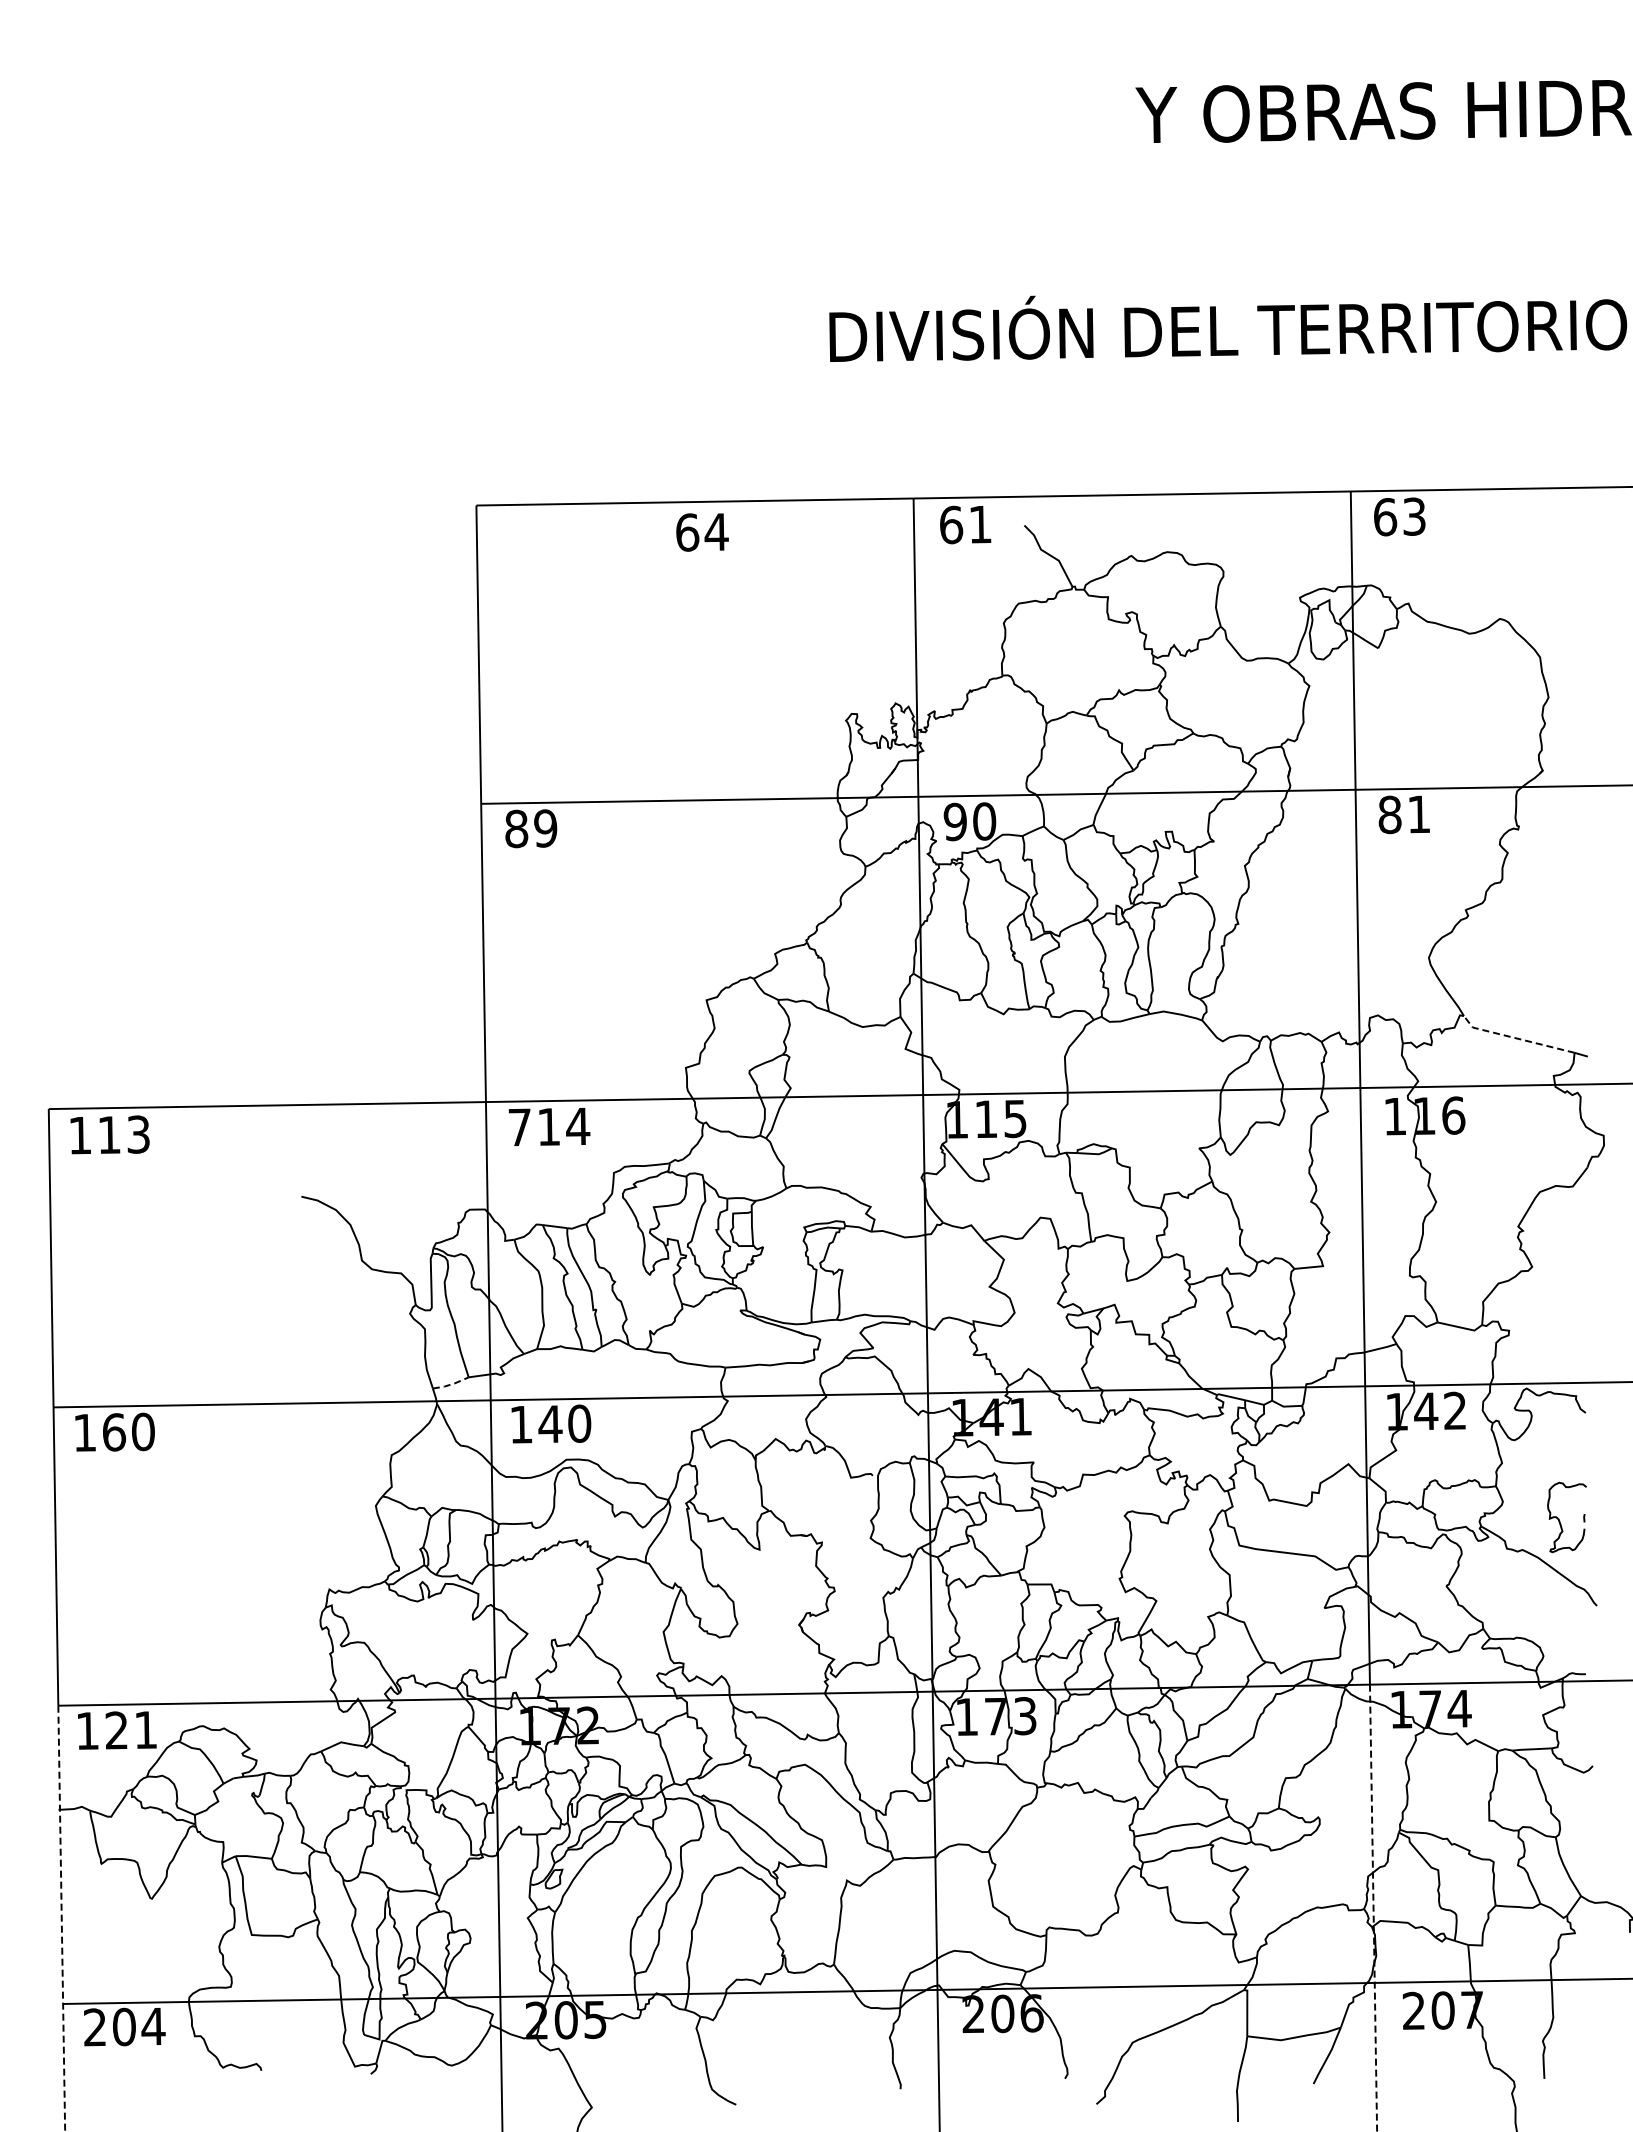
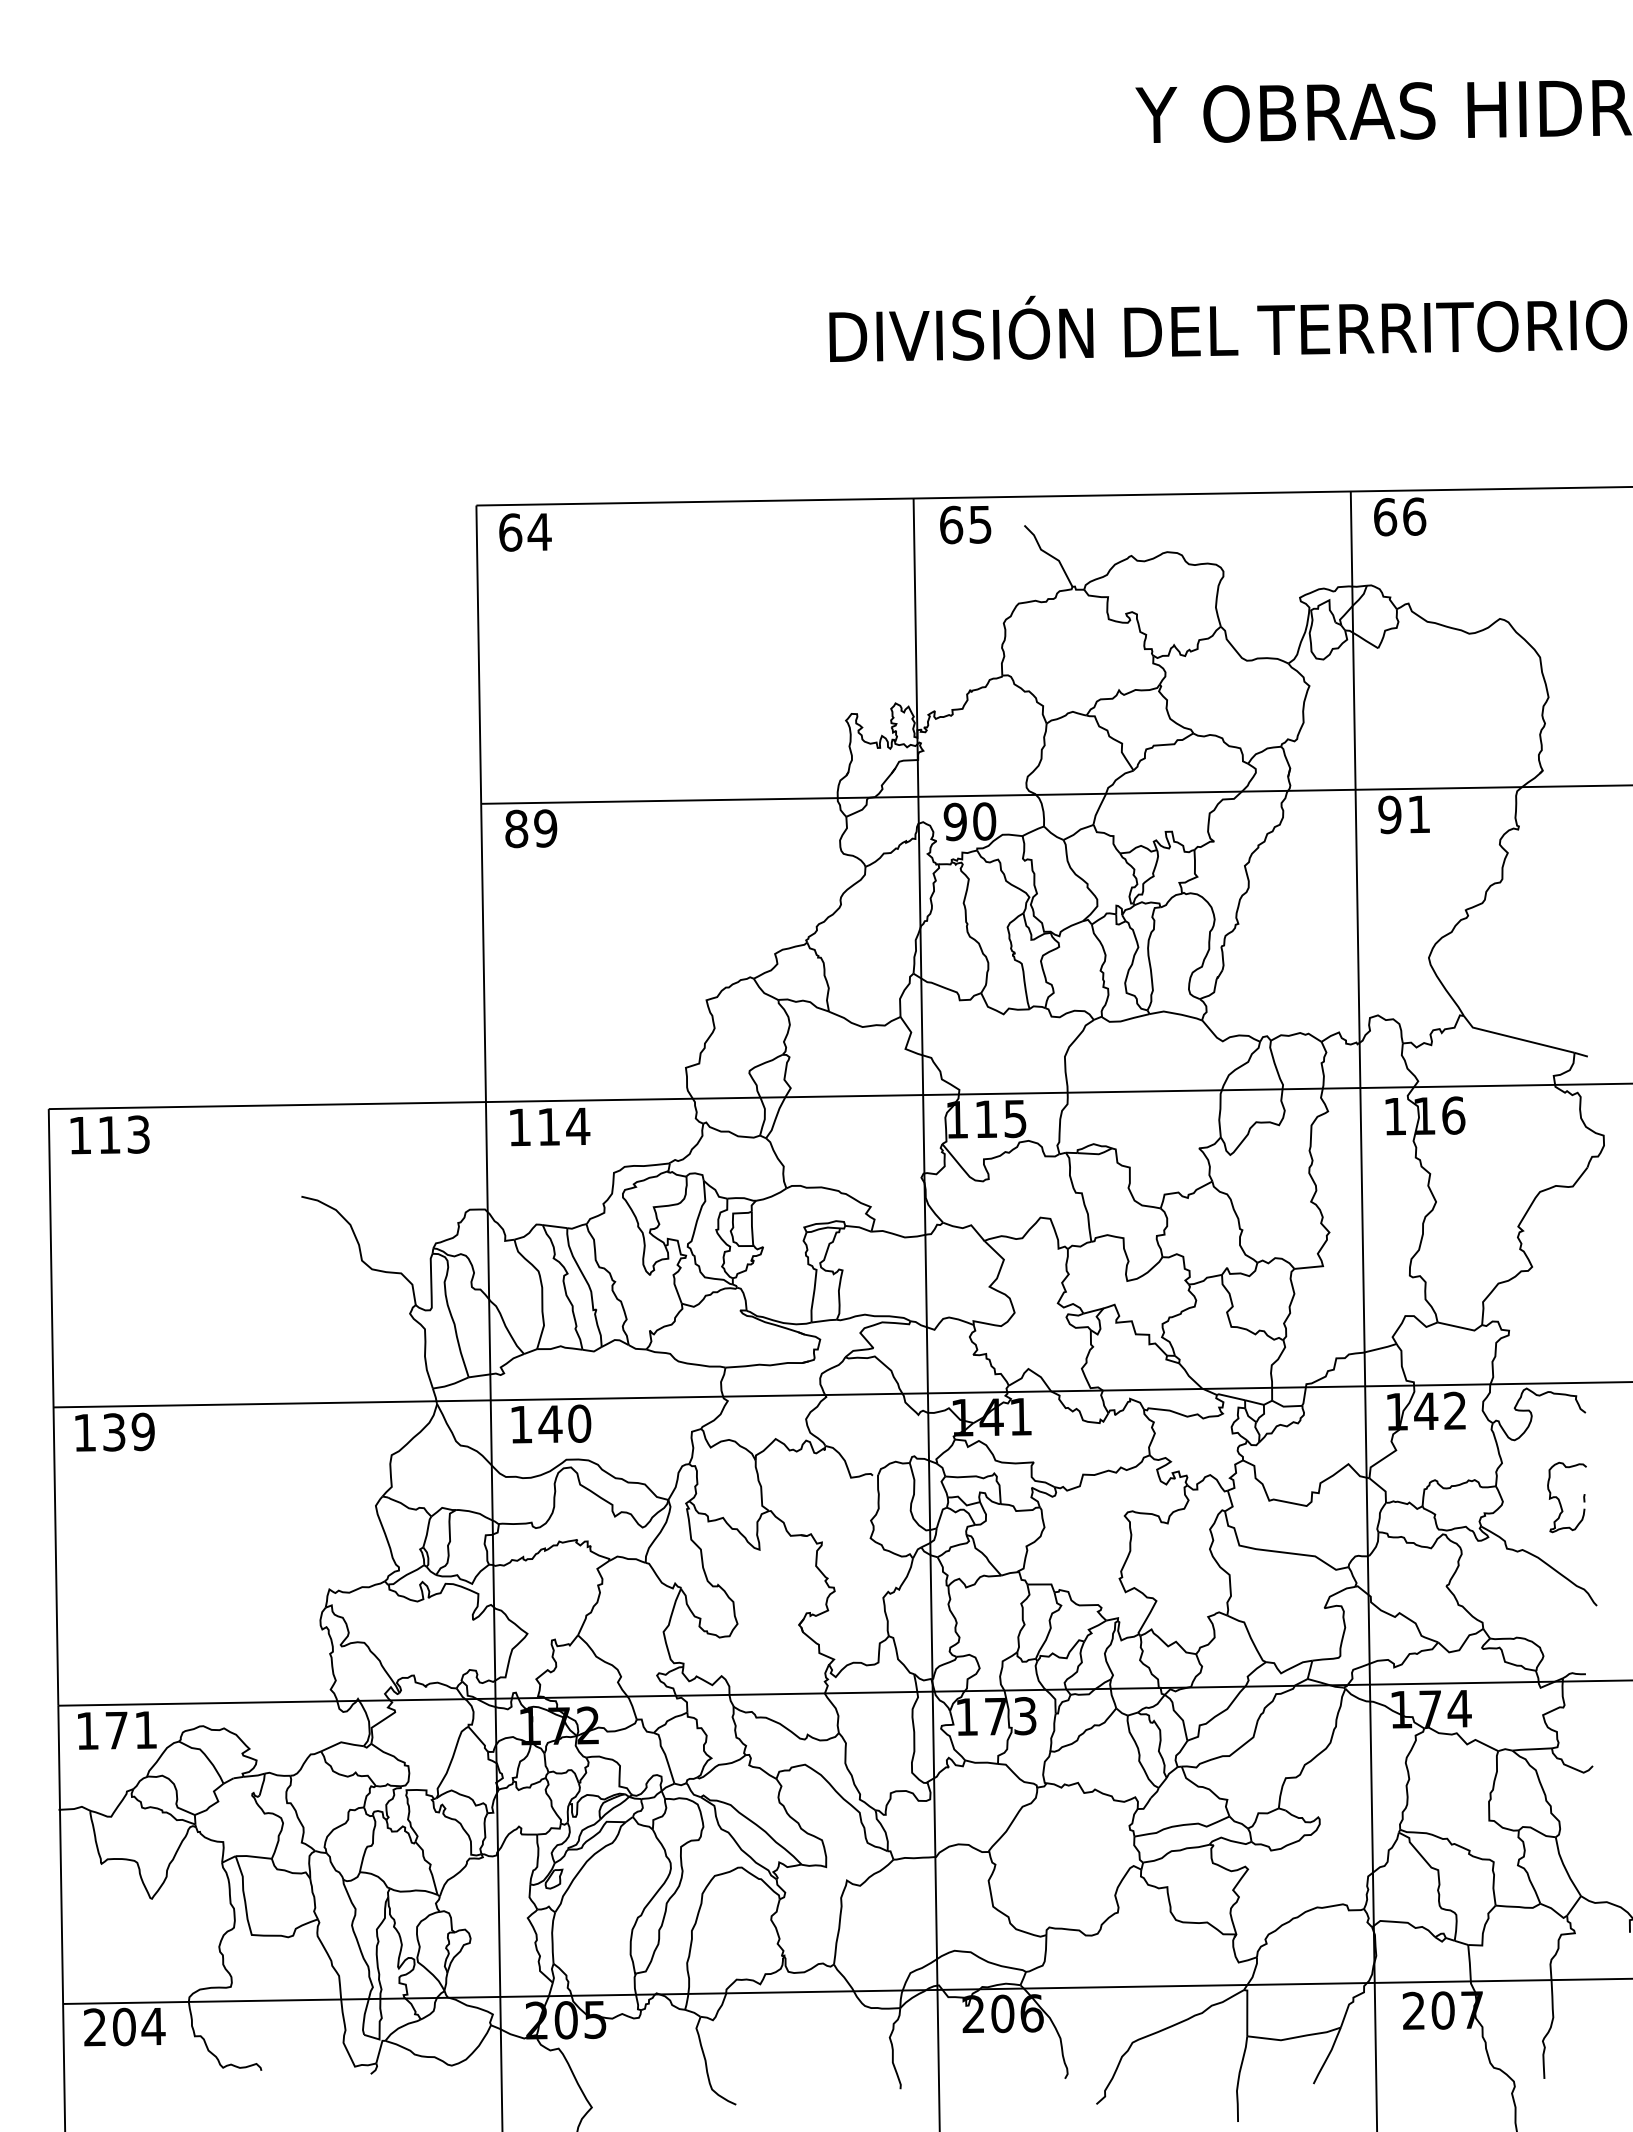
text at (1414, 516): 63 -> 66
text at (980, 524): 61 -> 65
text at (702, 532) position: (702, 532) -> (525, 532)
text at (1389, 814): 81 -> 91
line at (1515, 1038): dashed -> solid
text at (519, 1127): 714 -> 114
line at (451, 1384): dashed -> solid
text at (128, 1432): 160 -> 139
part at (1559, 1518) position: (1559, 1518) -> (1559, 1498)
text at (116, 1730): 121 -> 171
line at (1373, 1908): dashed -> solid
line at (61, 1918): dashed -> solid
